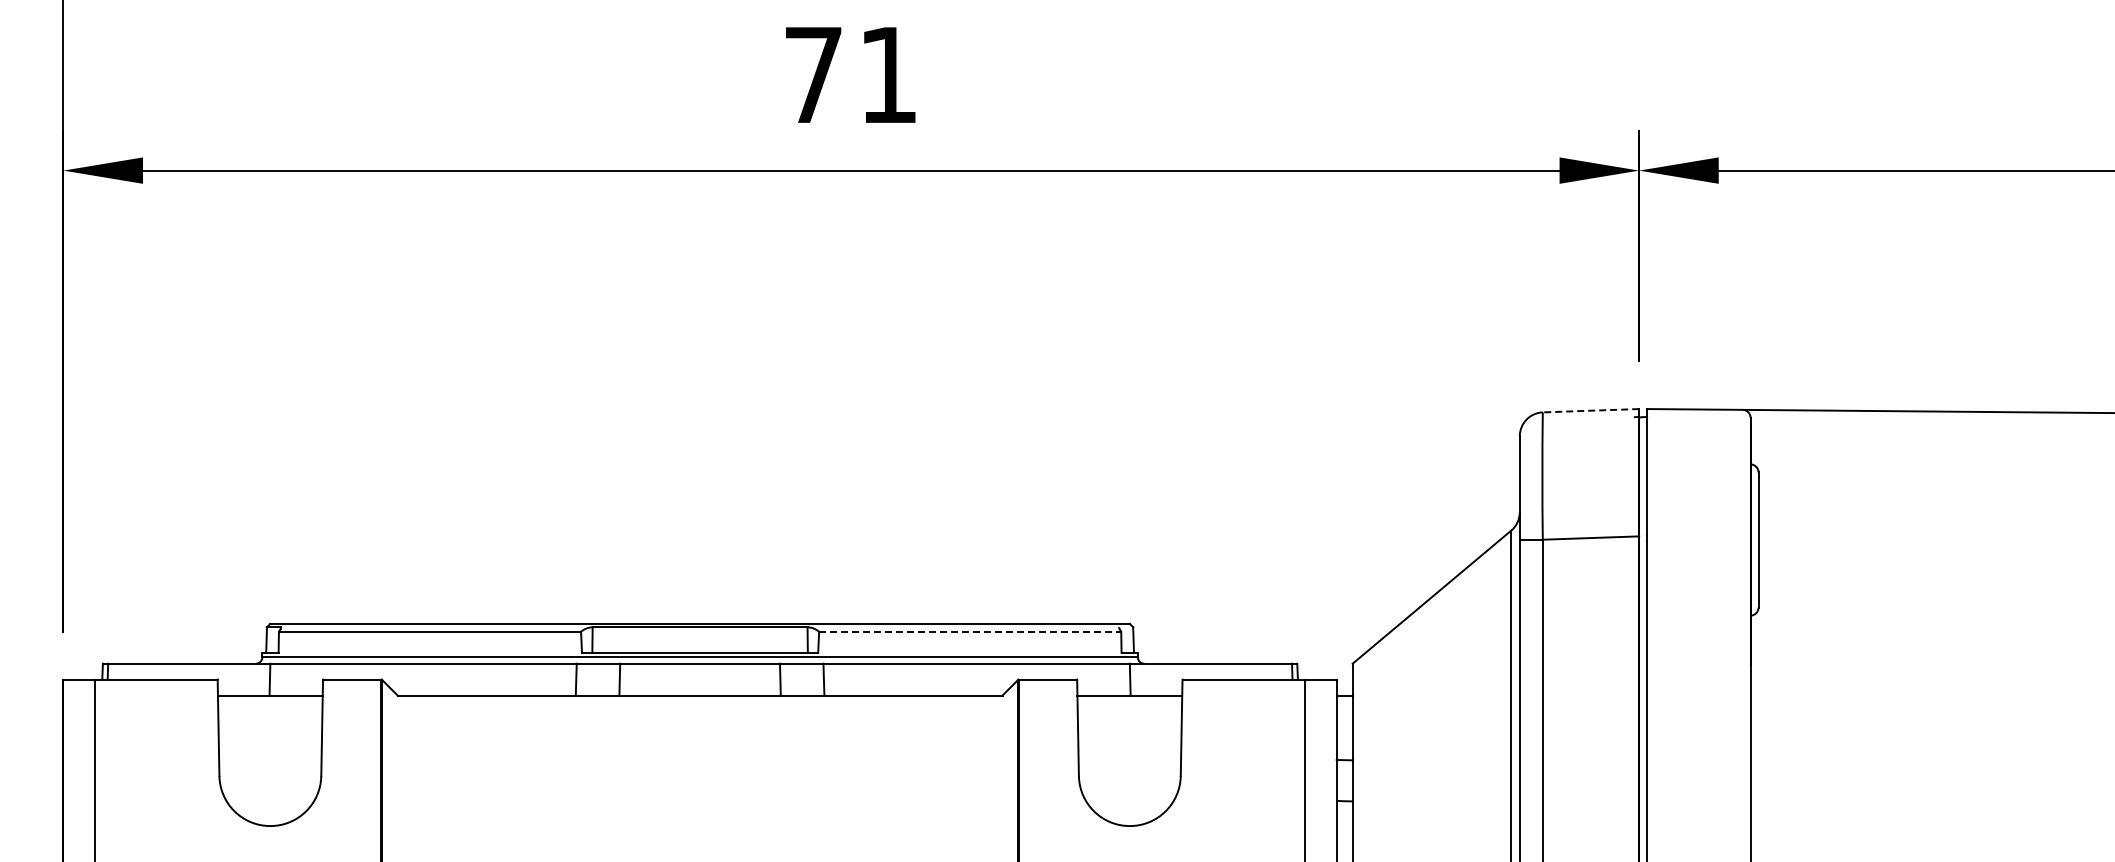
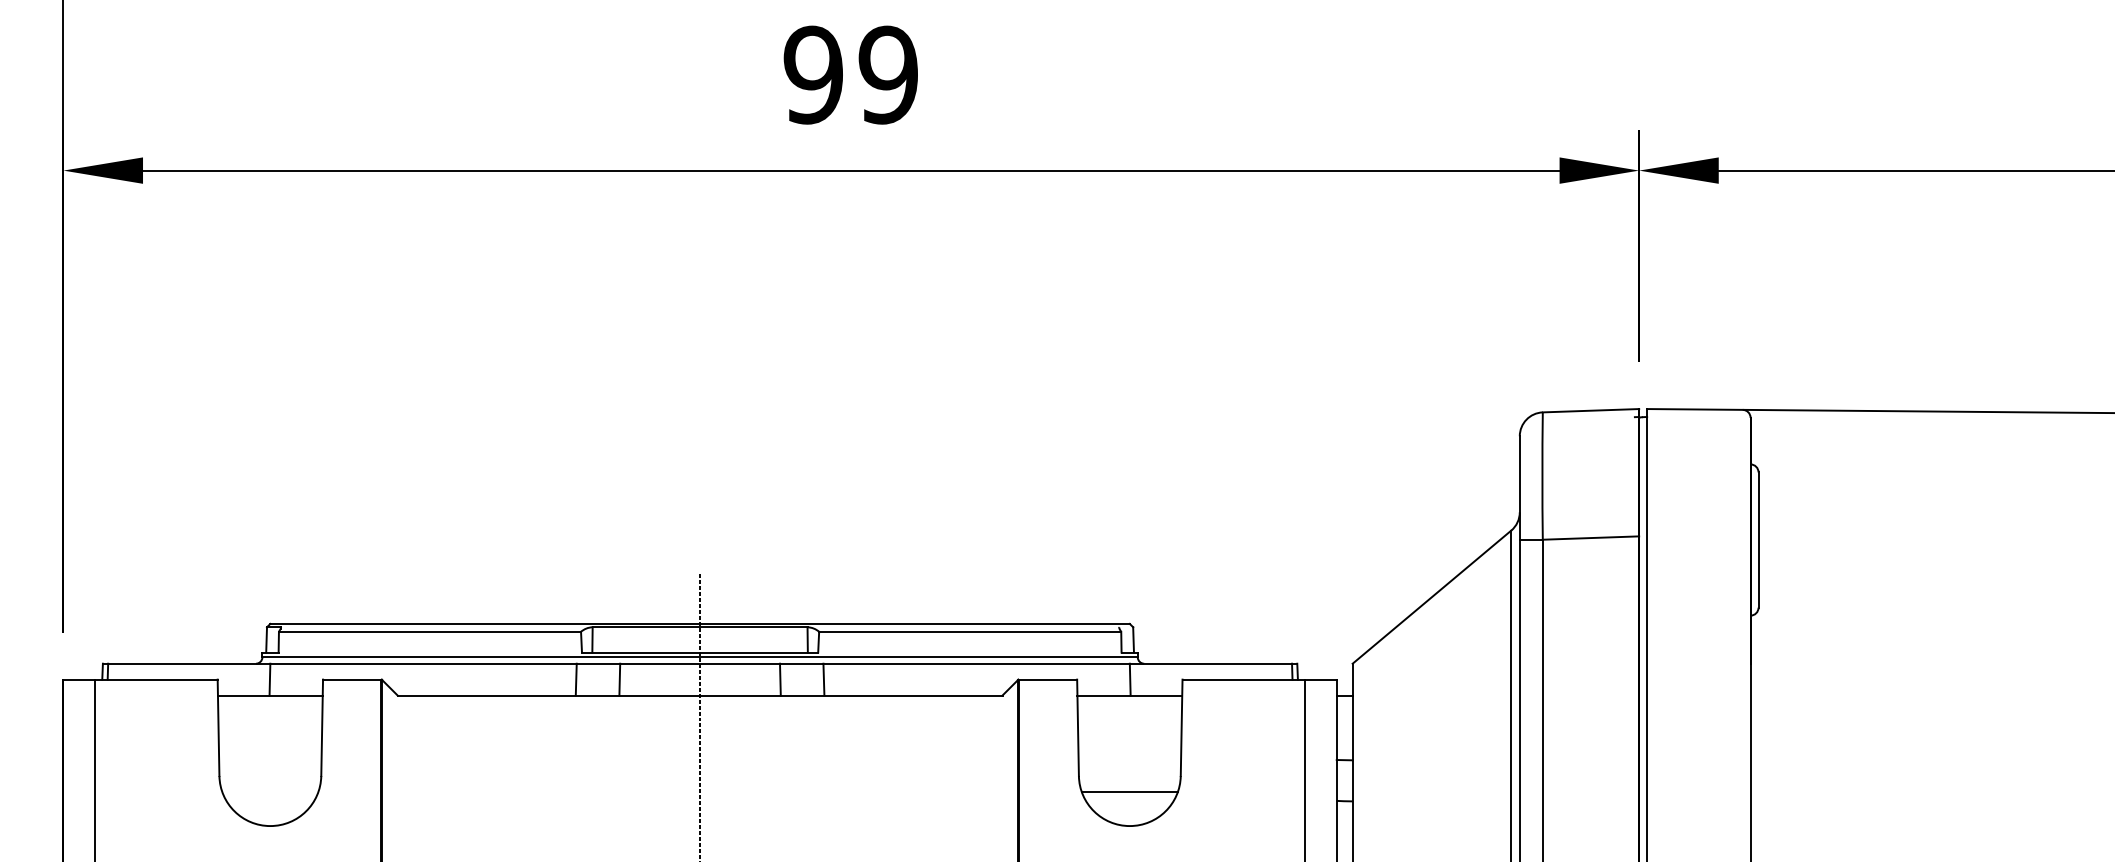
text at (850, 74): 71 -> 99
line at (1590, 410): dashed -> solid
line at (970, 631): dashed -> solid
line at (700, 716): none -> present
line at (1129, 792): none -> present
